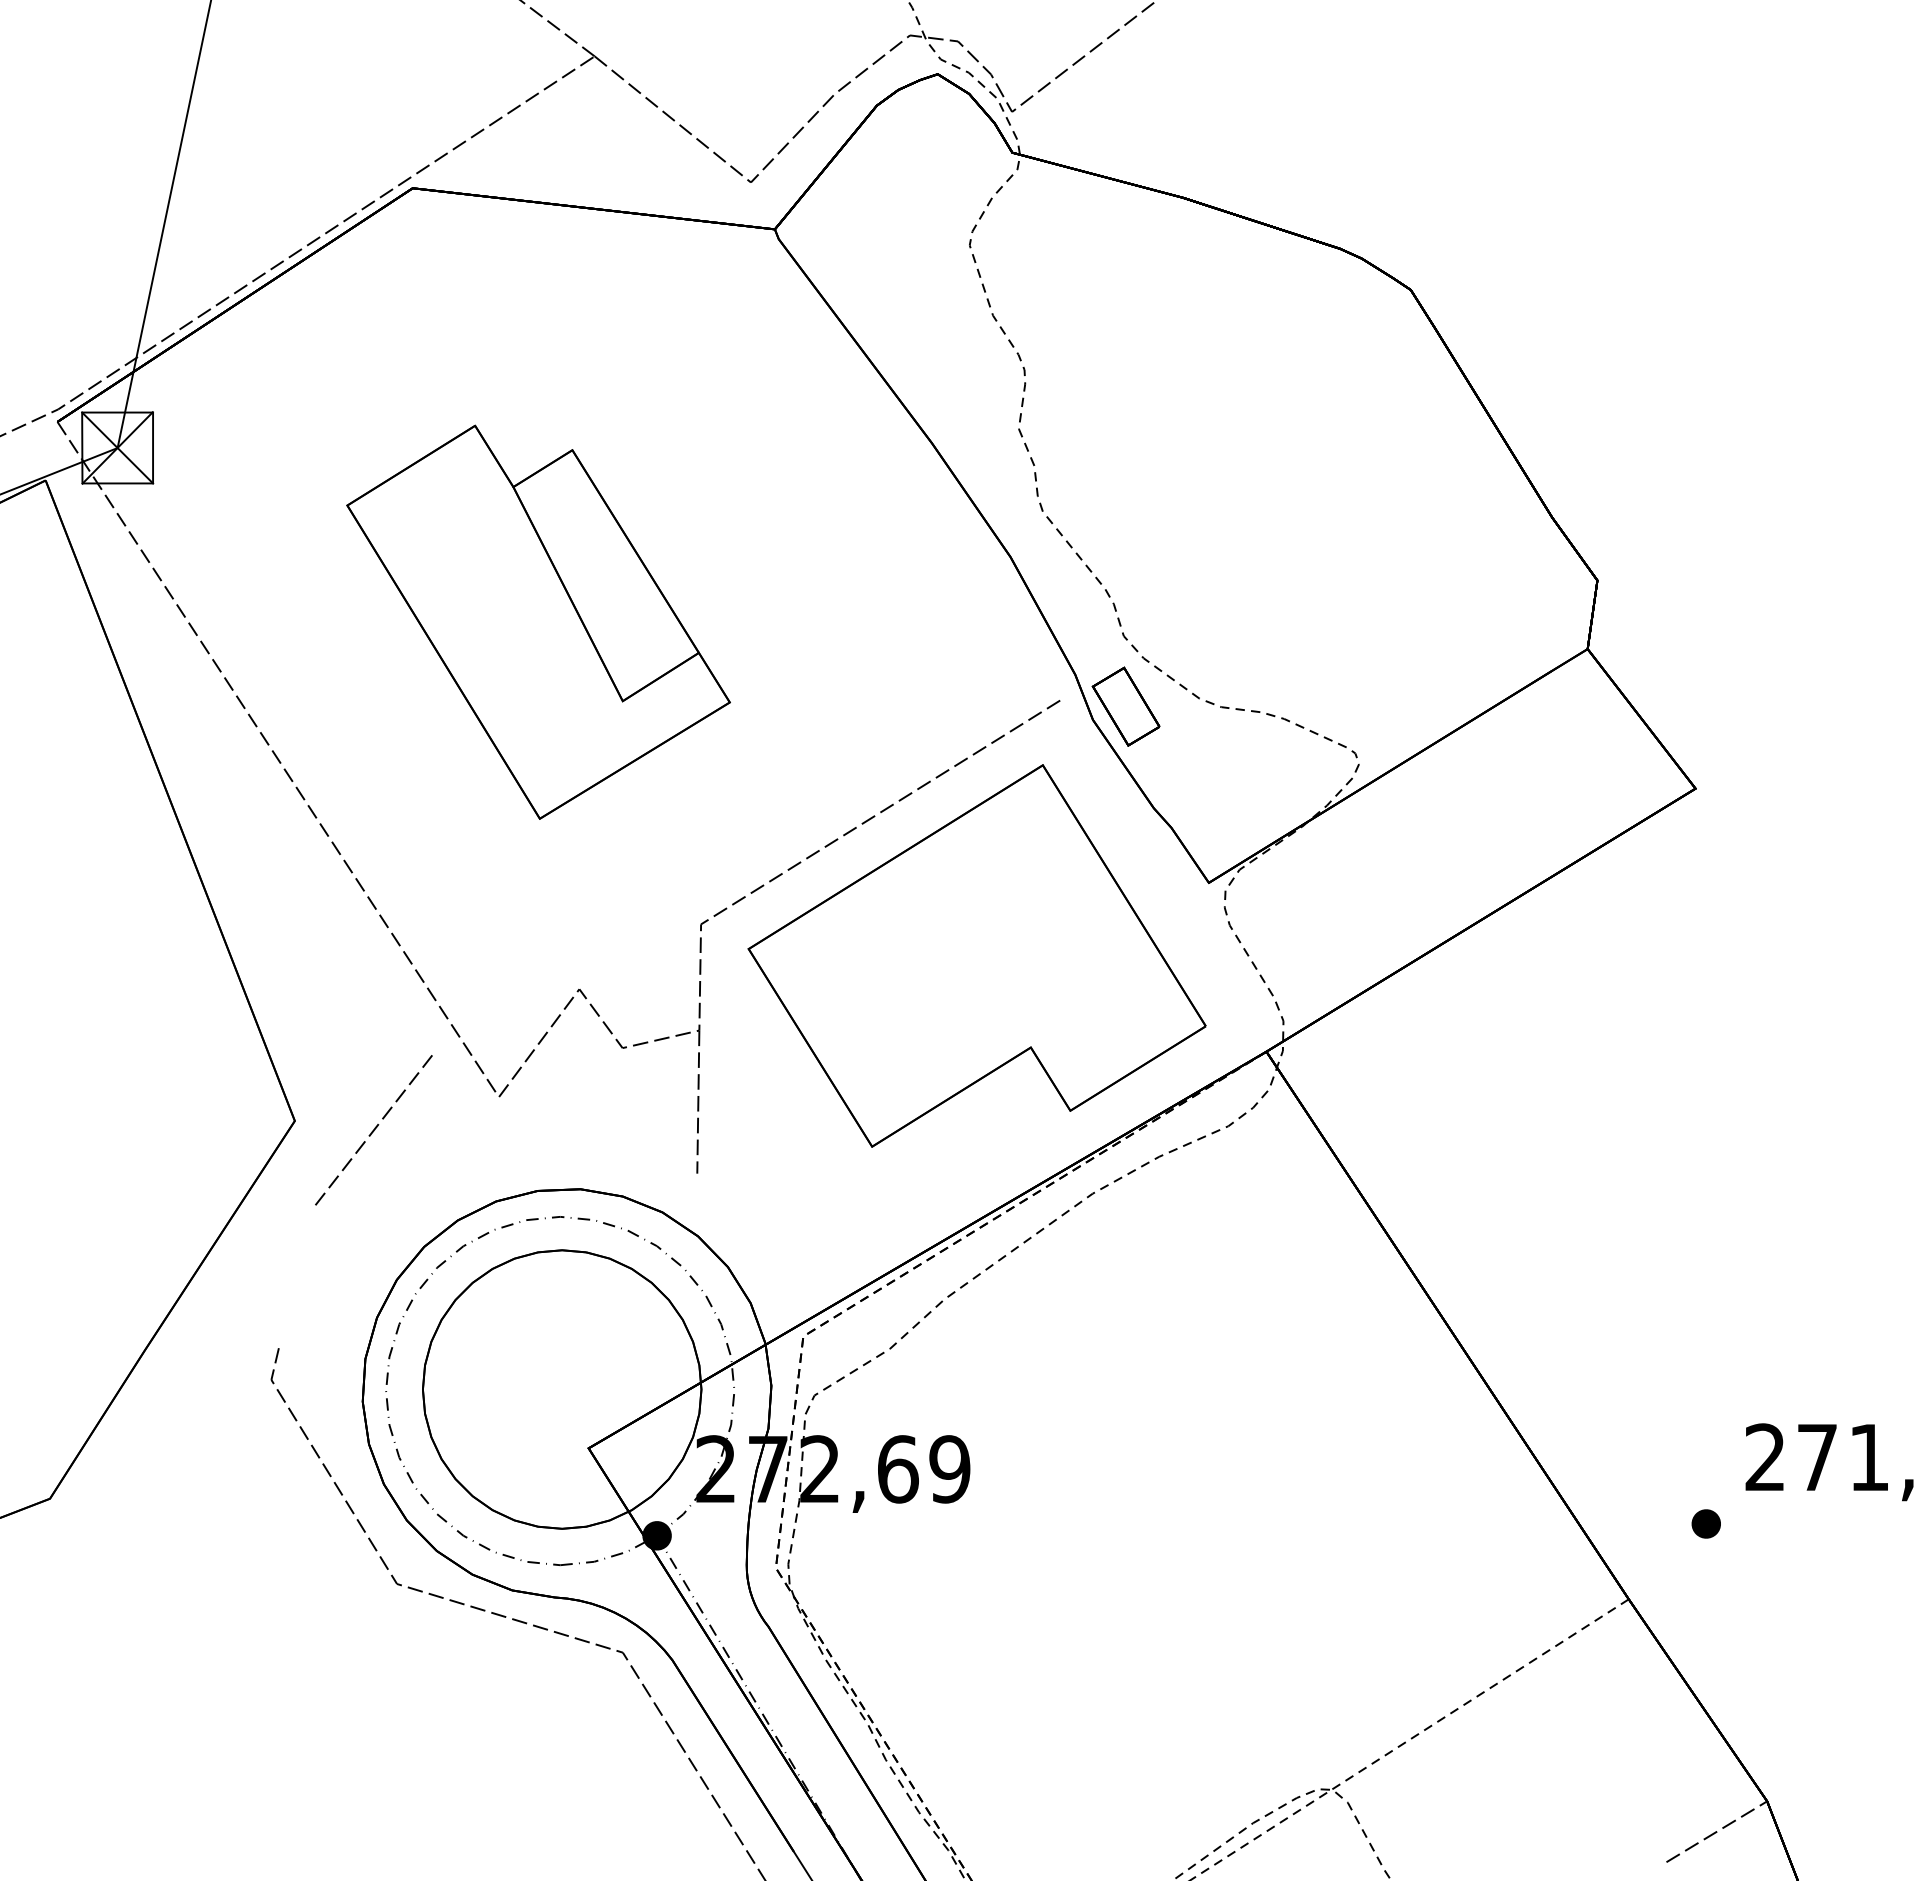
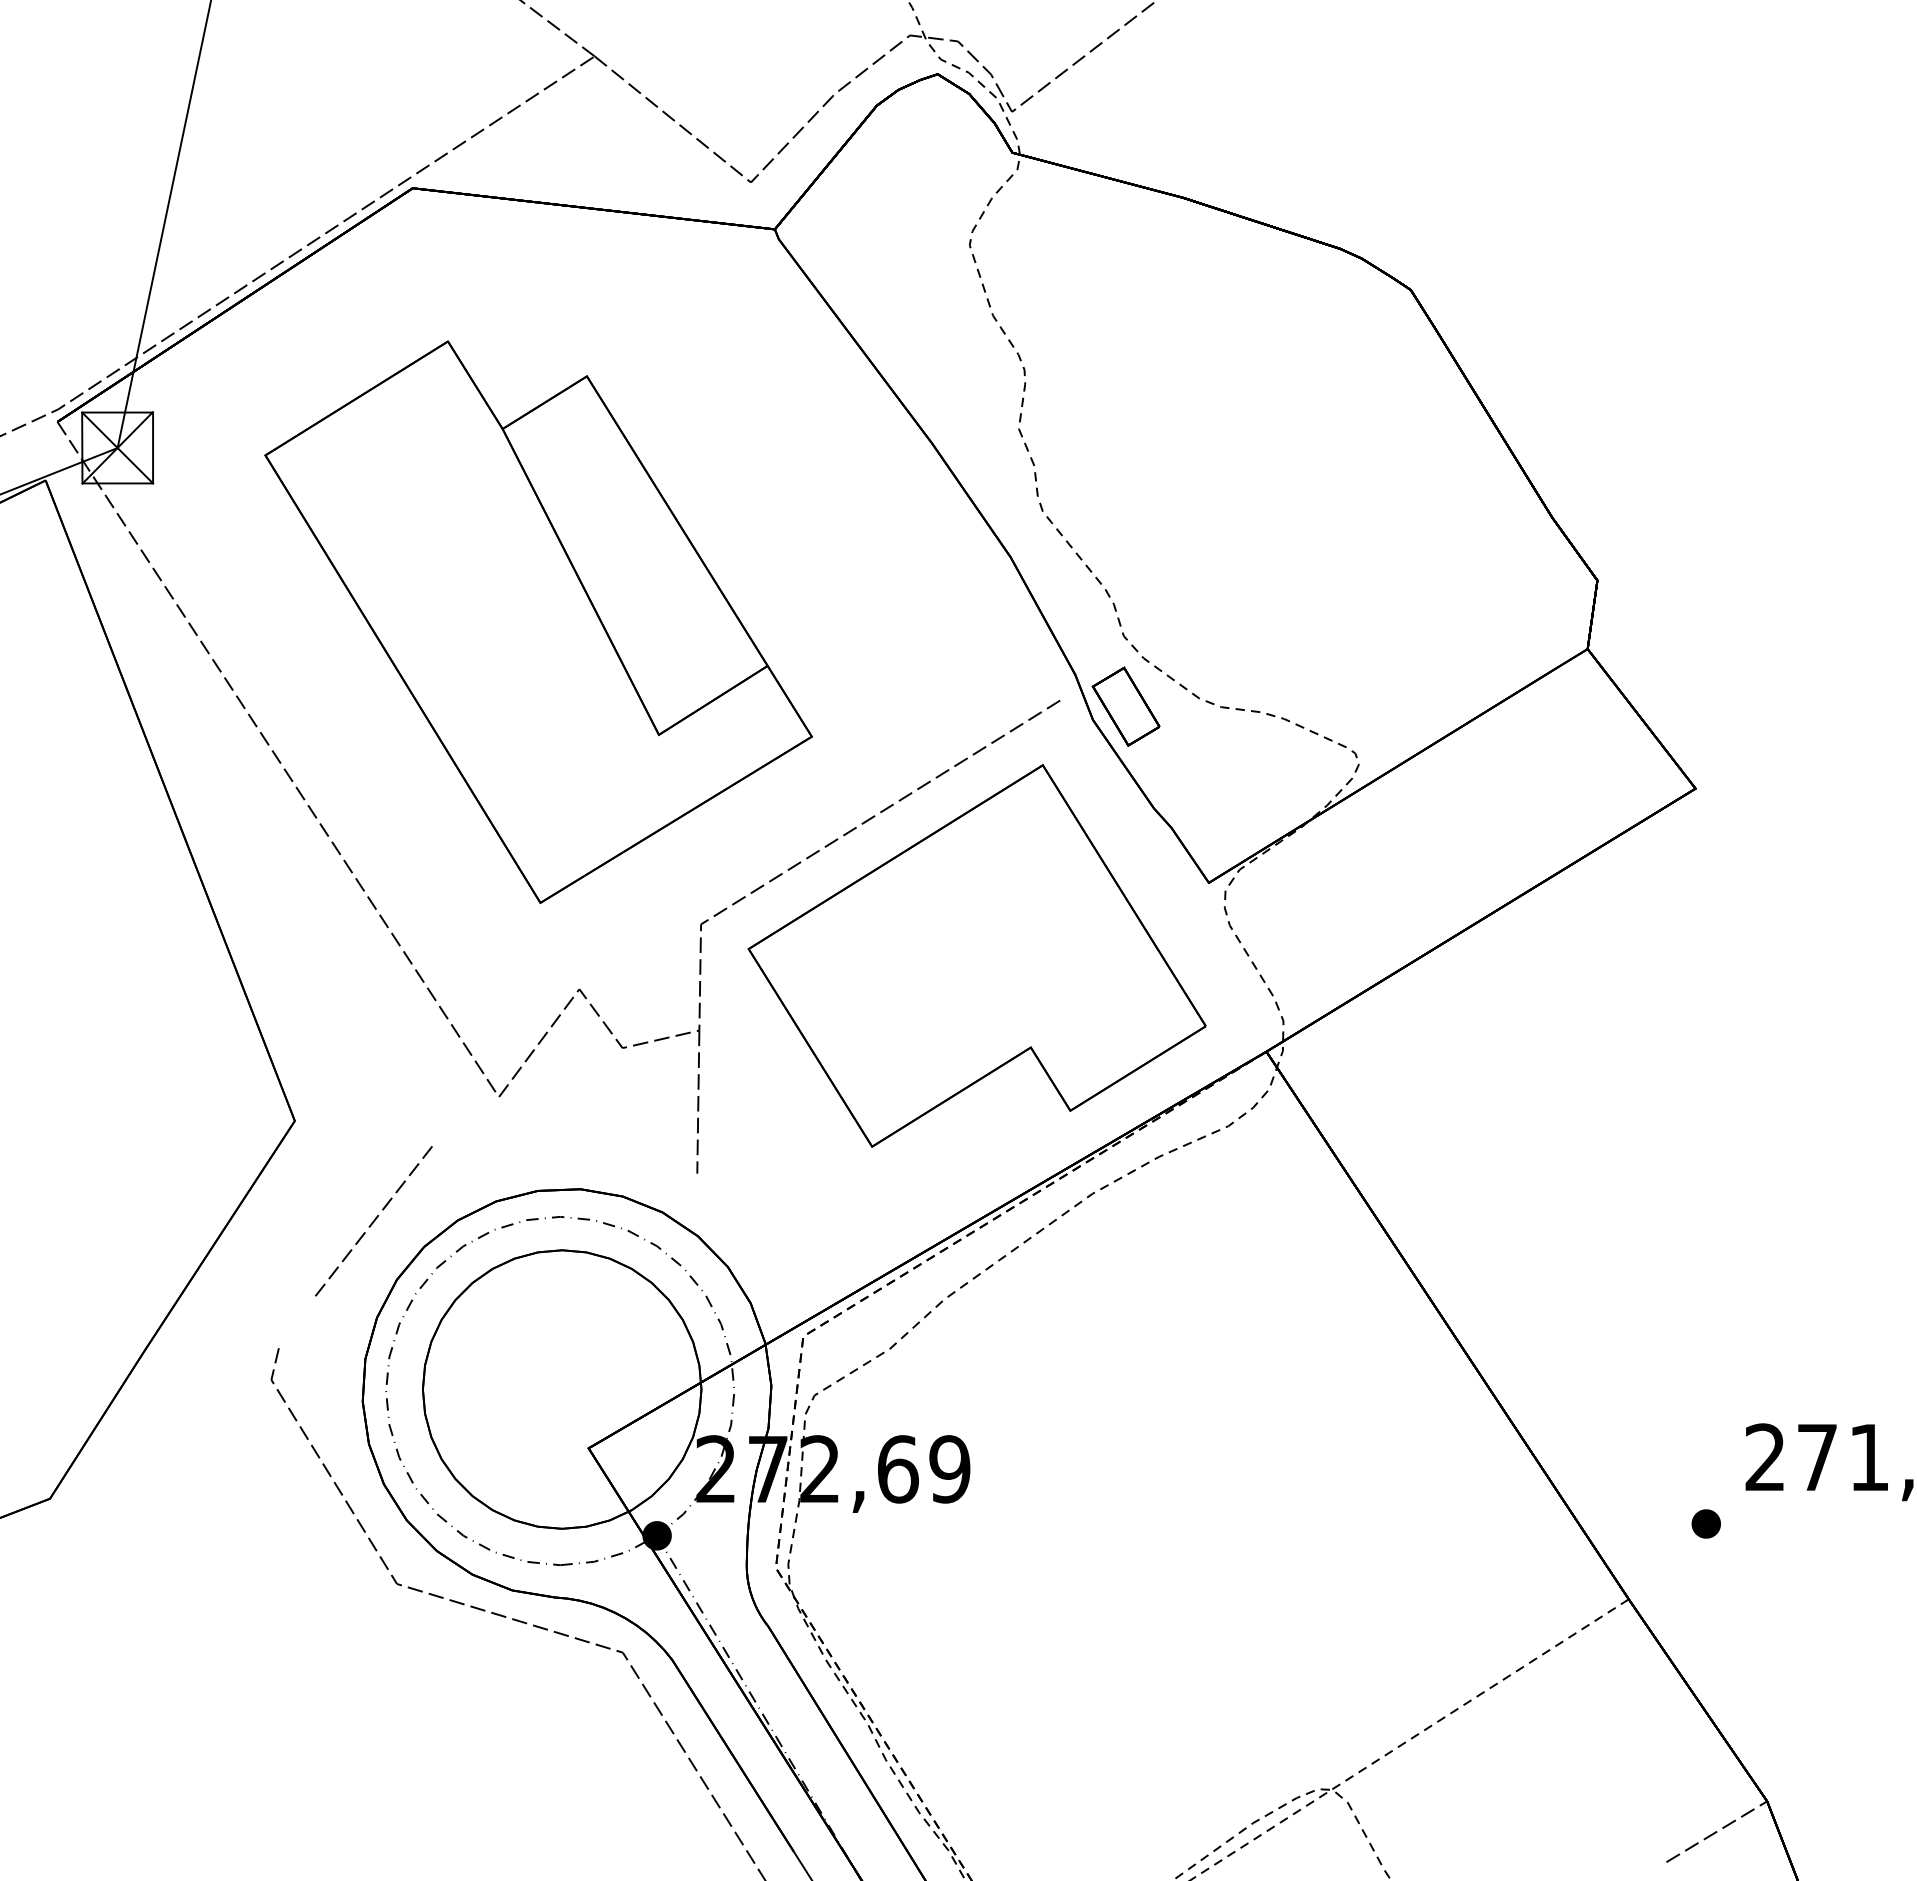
part at (538, 621) size: 385x396 px -> 549x565 px
line at (373, 1130) position: (373, 1130) -> (373, 1221)
